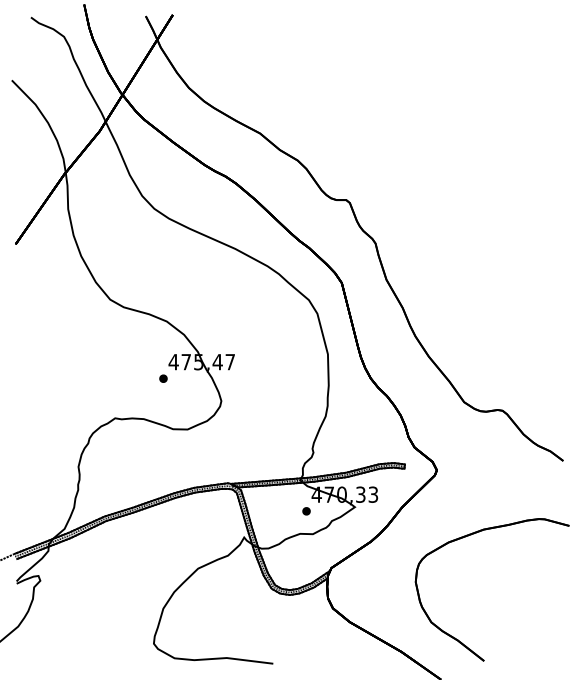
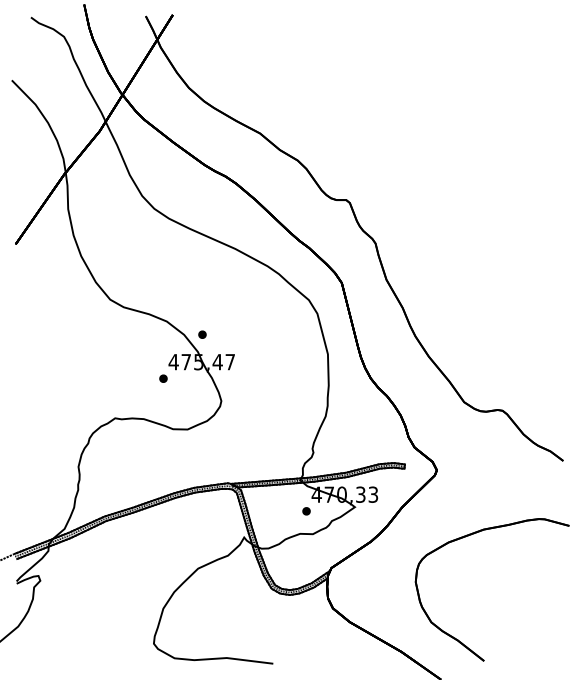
part at (202, 334): none -> present
